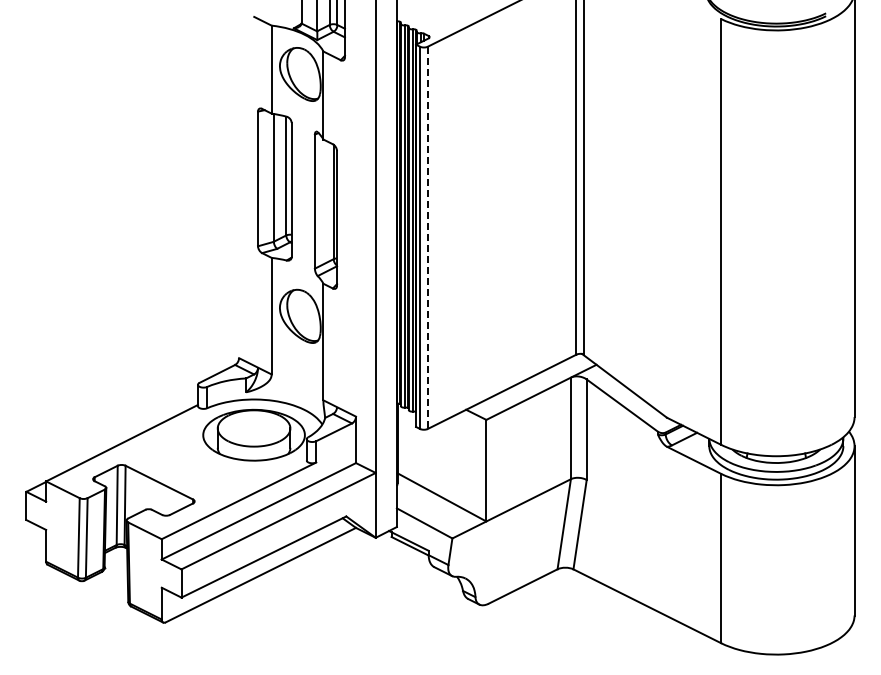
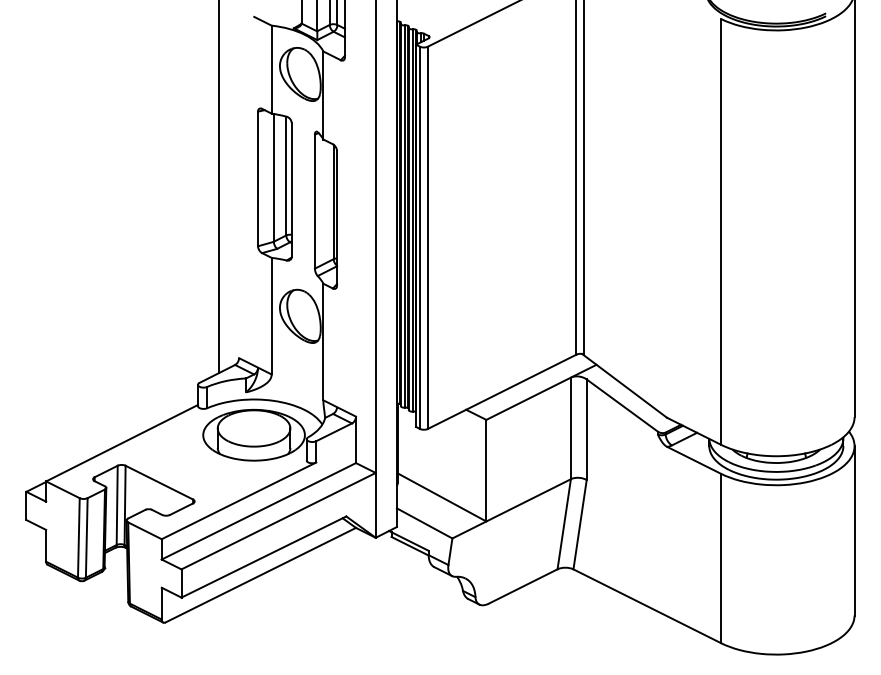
line at (219, 187): none -> present
line at (427, 238): dashed -> solid
